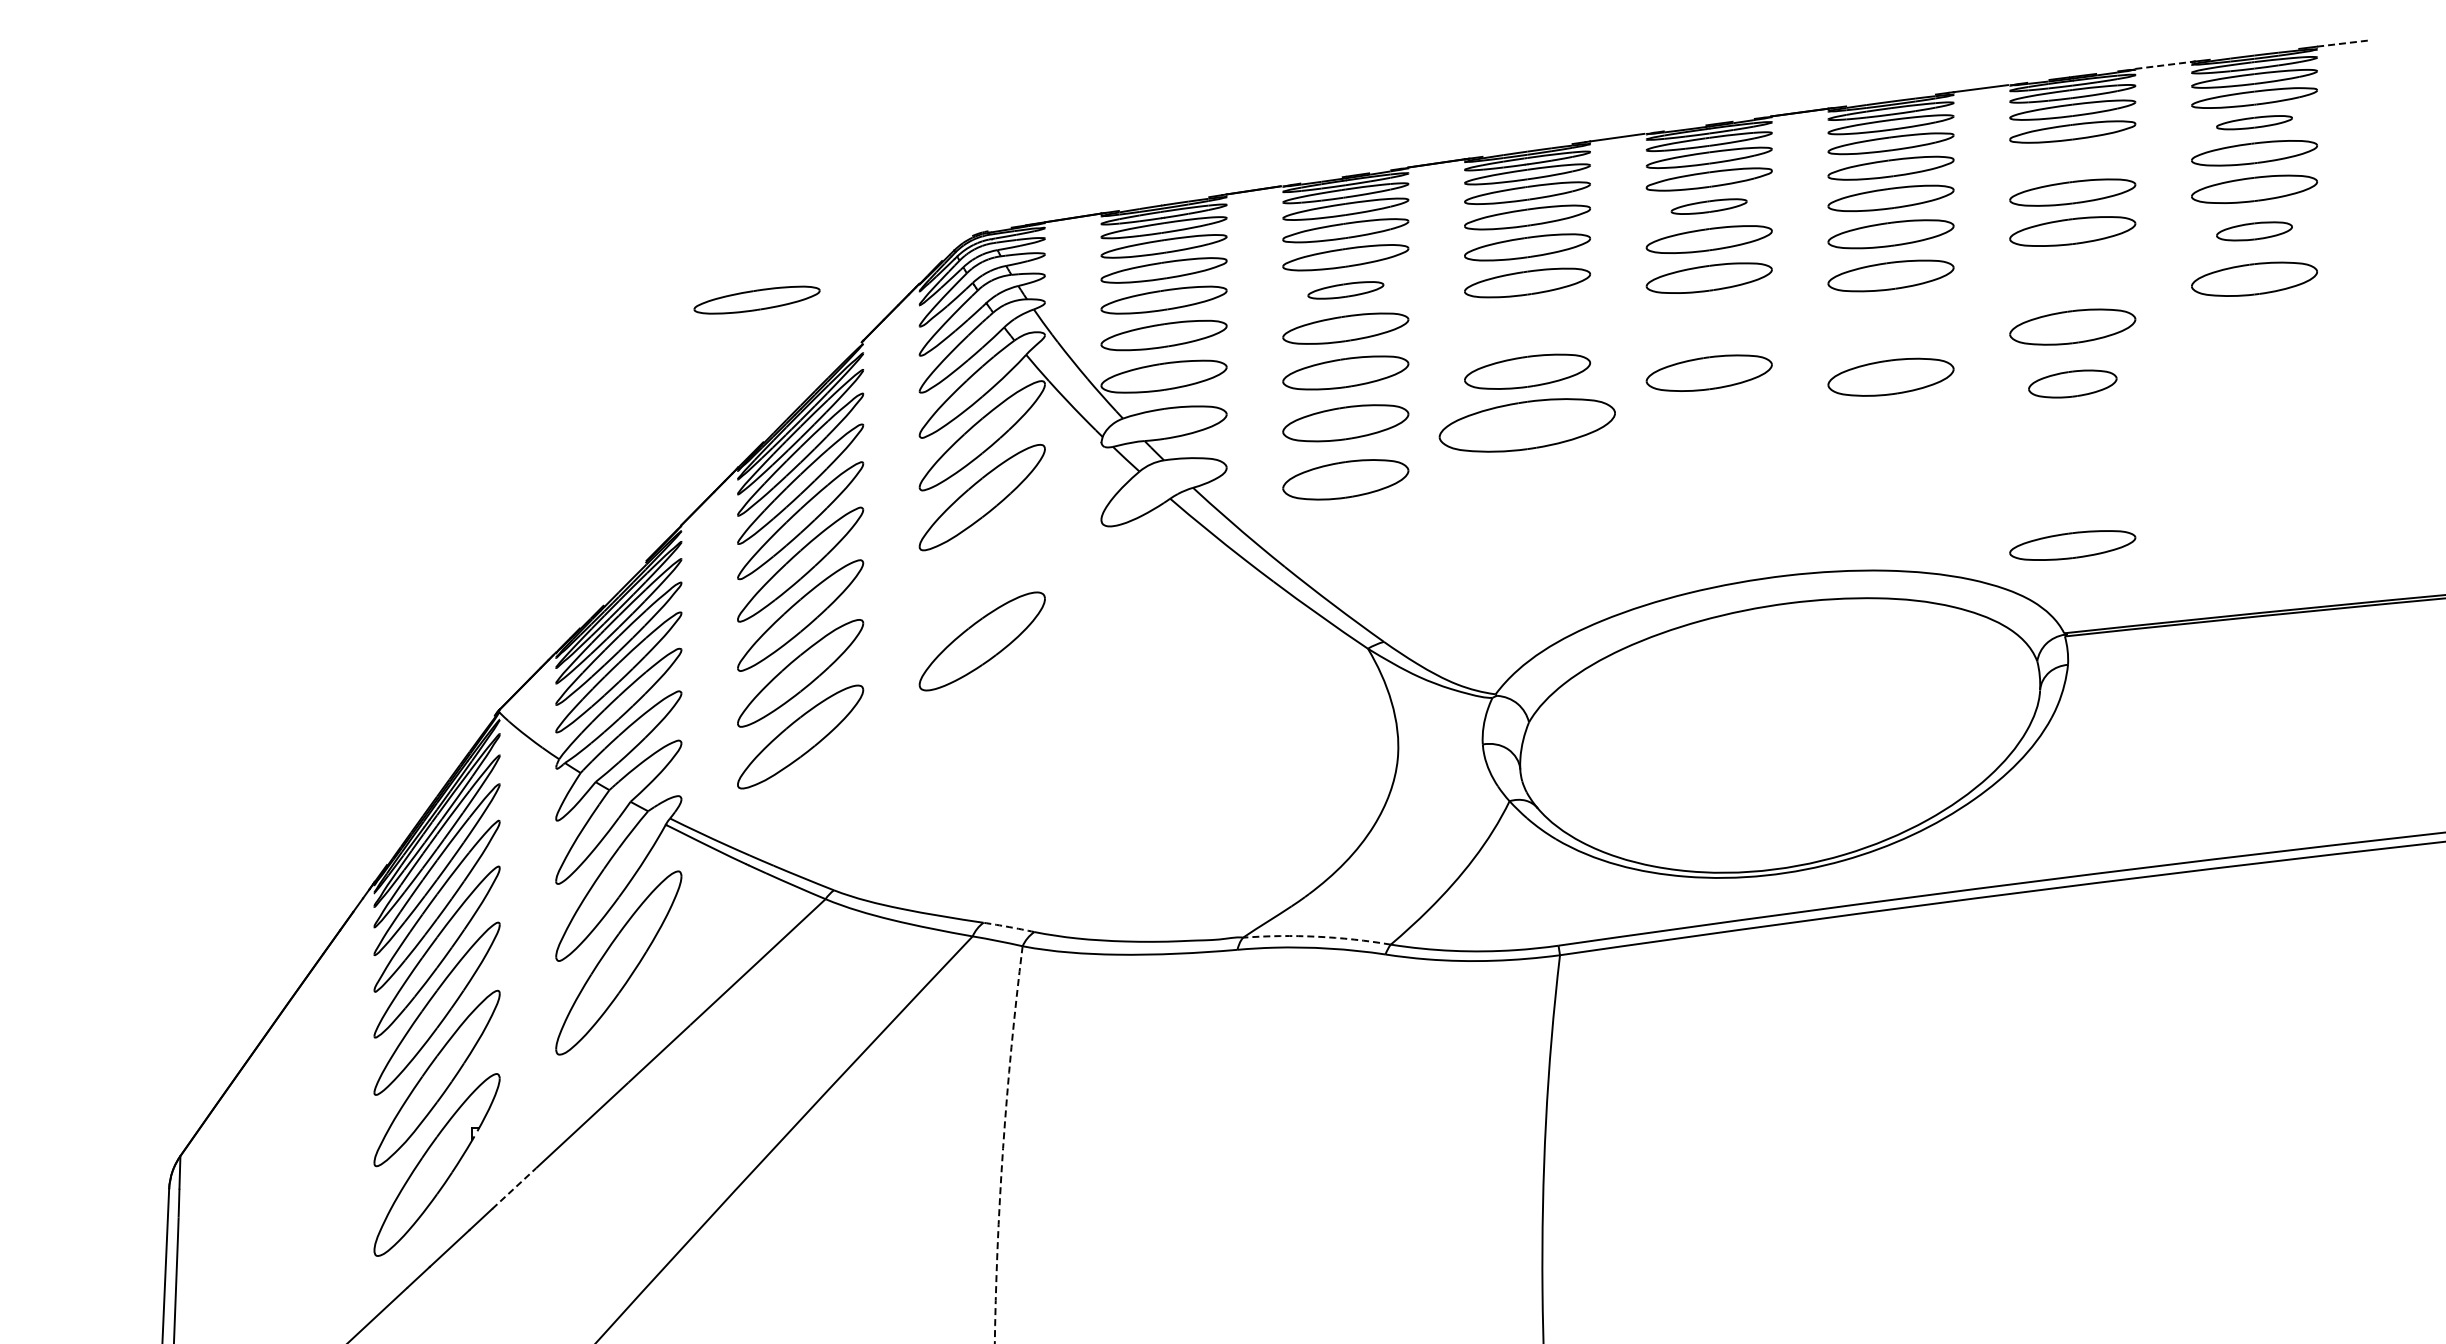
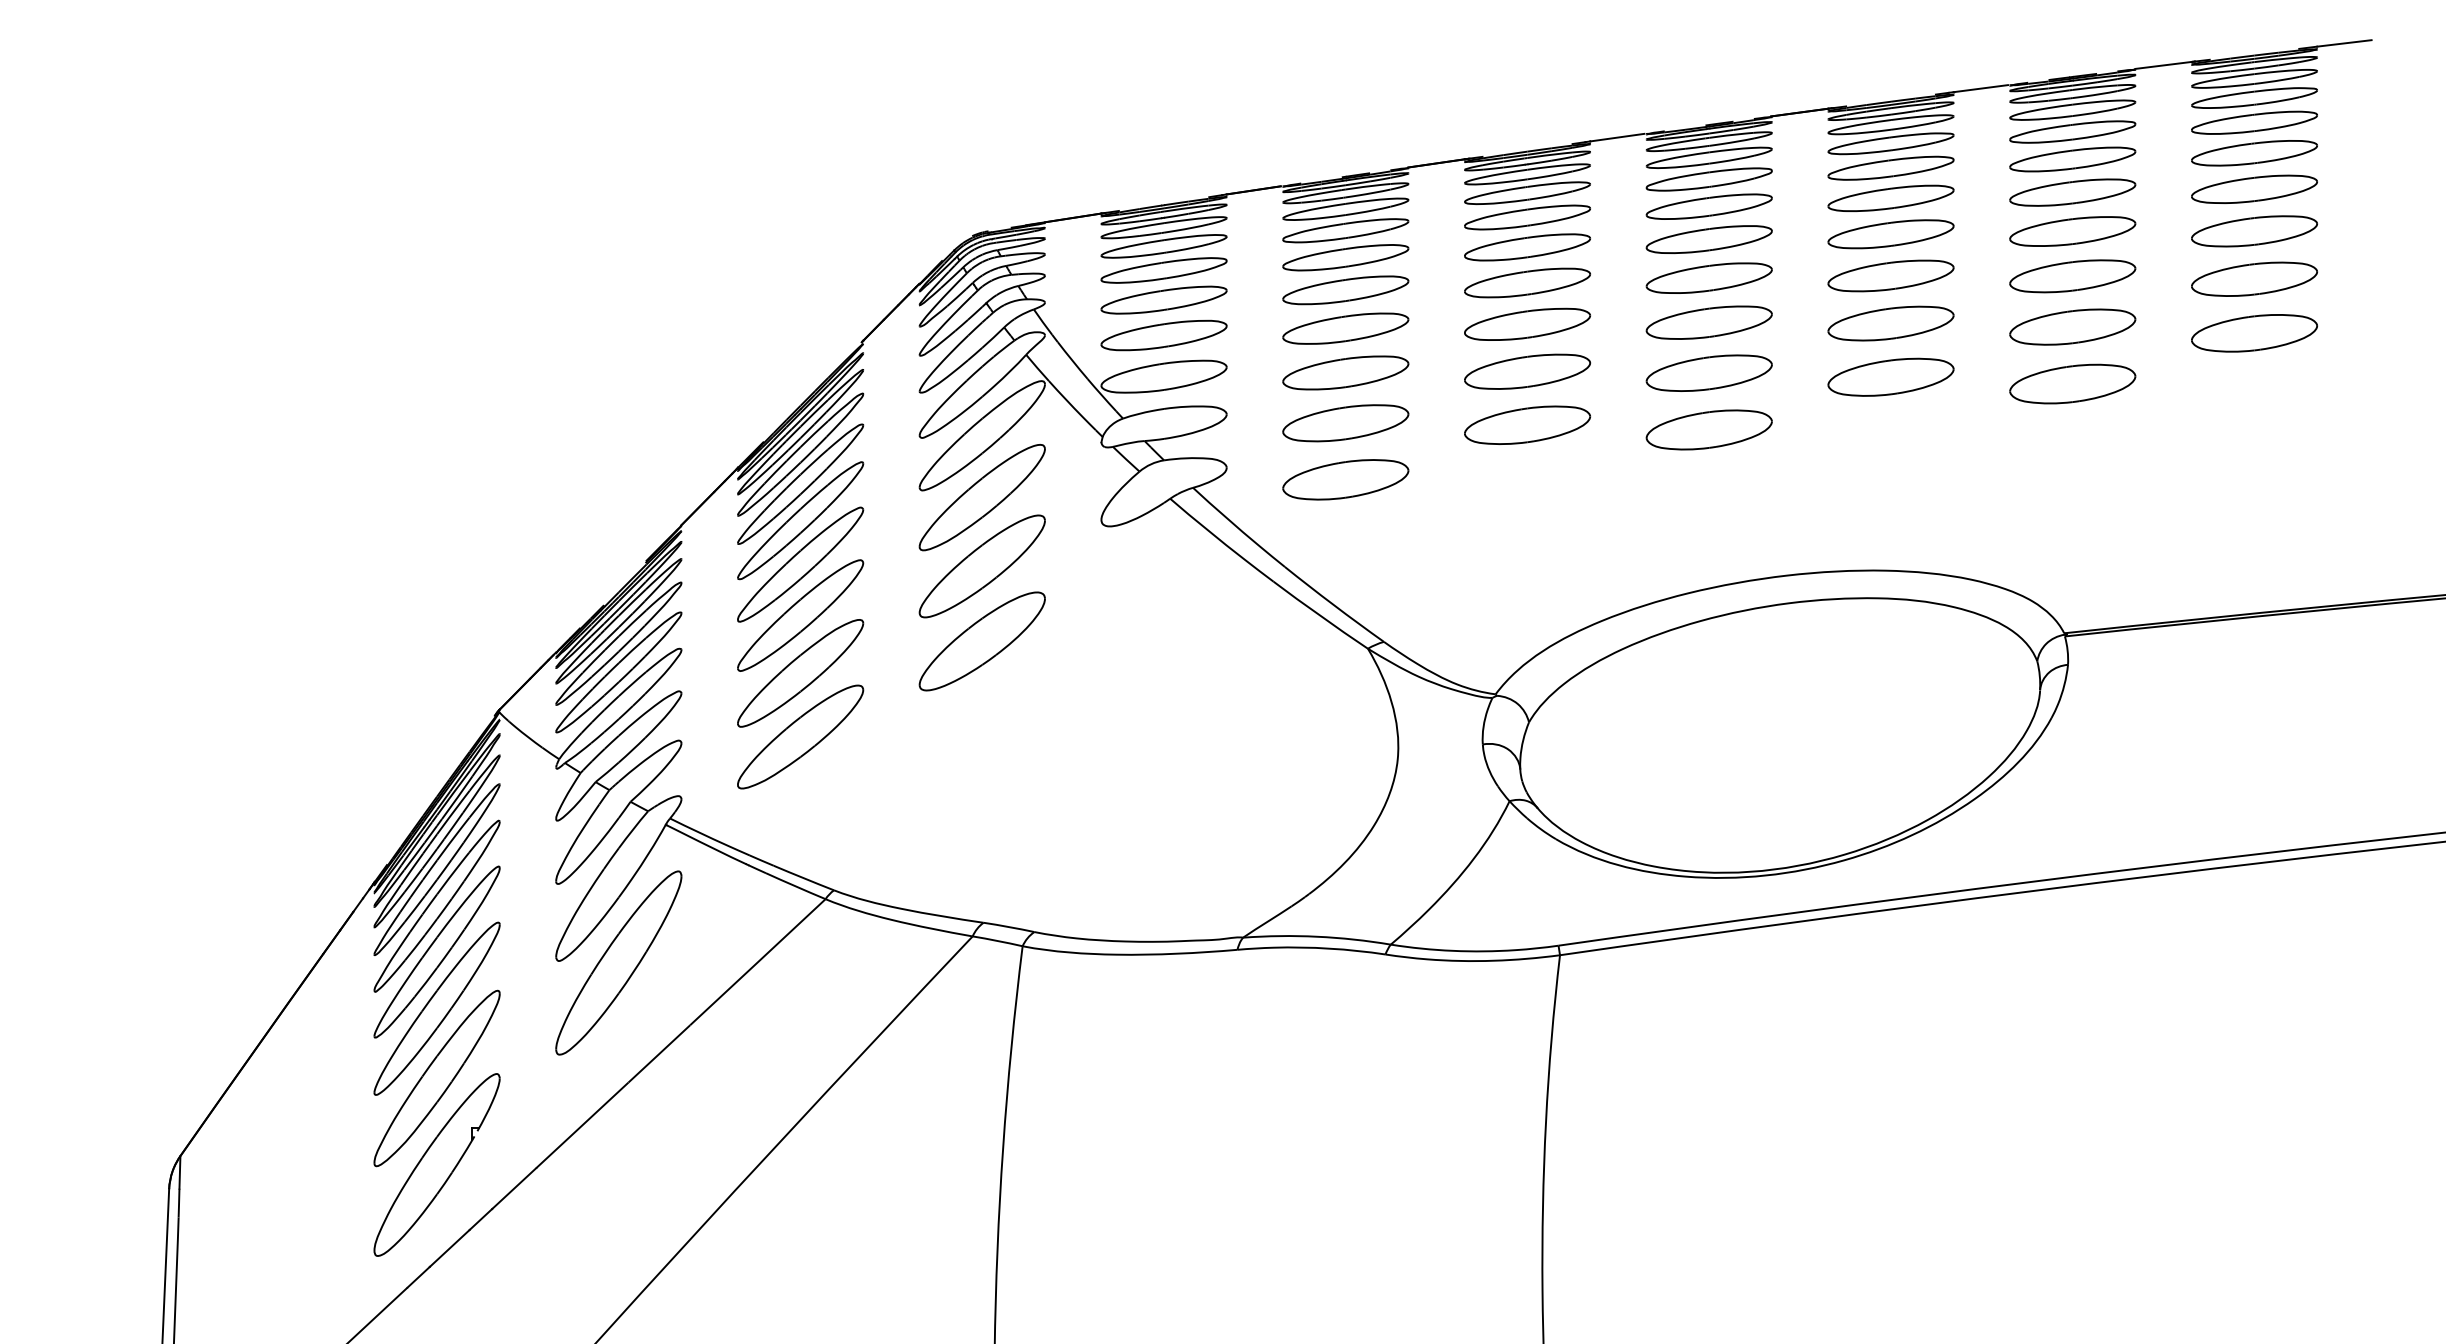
line at (2344, 43): dashed -> solid
line at (2164, 65): dashed -> solid
part at (2254, 122) size: 77x16 px -> 127x25 px
part at (2072, 159): none -> present
part at (1708, 206) size: 78x17 px -> 128x27 px
part at (2254, 231) size: 77x21 px -> 127x33 px
part at (2072, 276): none -> present
part at (1345, 290) size: 78x19 px -> 128x31 px
part at (756, 299): present -> none
part at (1708, 322): none -> present
part at (1527, 323): none -> present
part at (1890, 323): none -> present
part at (2254, 333): none -> present
part at (2072, 383) size: 90x30 px -> 128x42 px
part at (1526, 425) size: 178x55 px -> 128x40 px
part at (1708, 429): none -> present
part at (2072, 545): present -> none
part at (981, 566): none -> present
arc at (1009, 927): dashed -> solid
arc at (1317, 936): dashed -> solid
arc at (1003, 1145): dashed -> solid
line at (514, 1188): dashed -> solid
